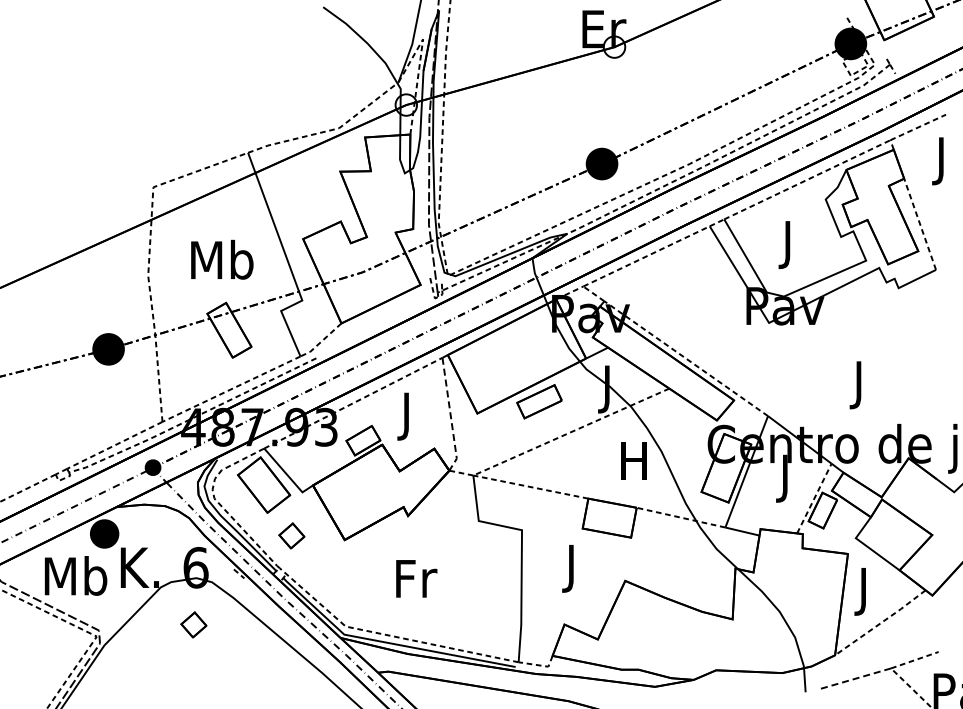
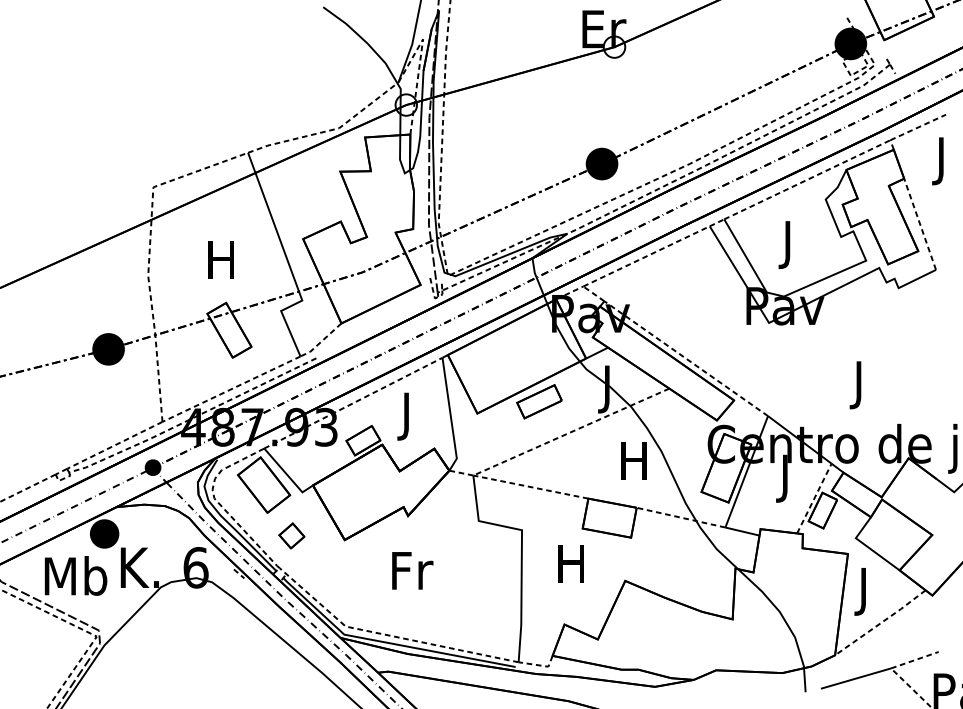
text at (222, 259): Mb -> H
line at (450, 416): dashed -> solid
text at (570, 568): J -> H
text at (416, 578) position: (416, 578) -> (412, 570)
part at (193, 624): present -> none
line at (856, 678): dashed -> solid
